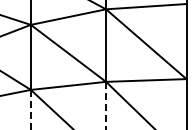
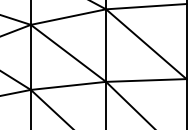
line at (106, 105): dashed -> solid
line at (30, 109): dashed -> solid
